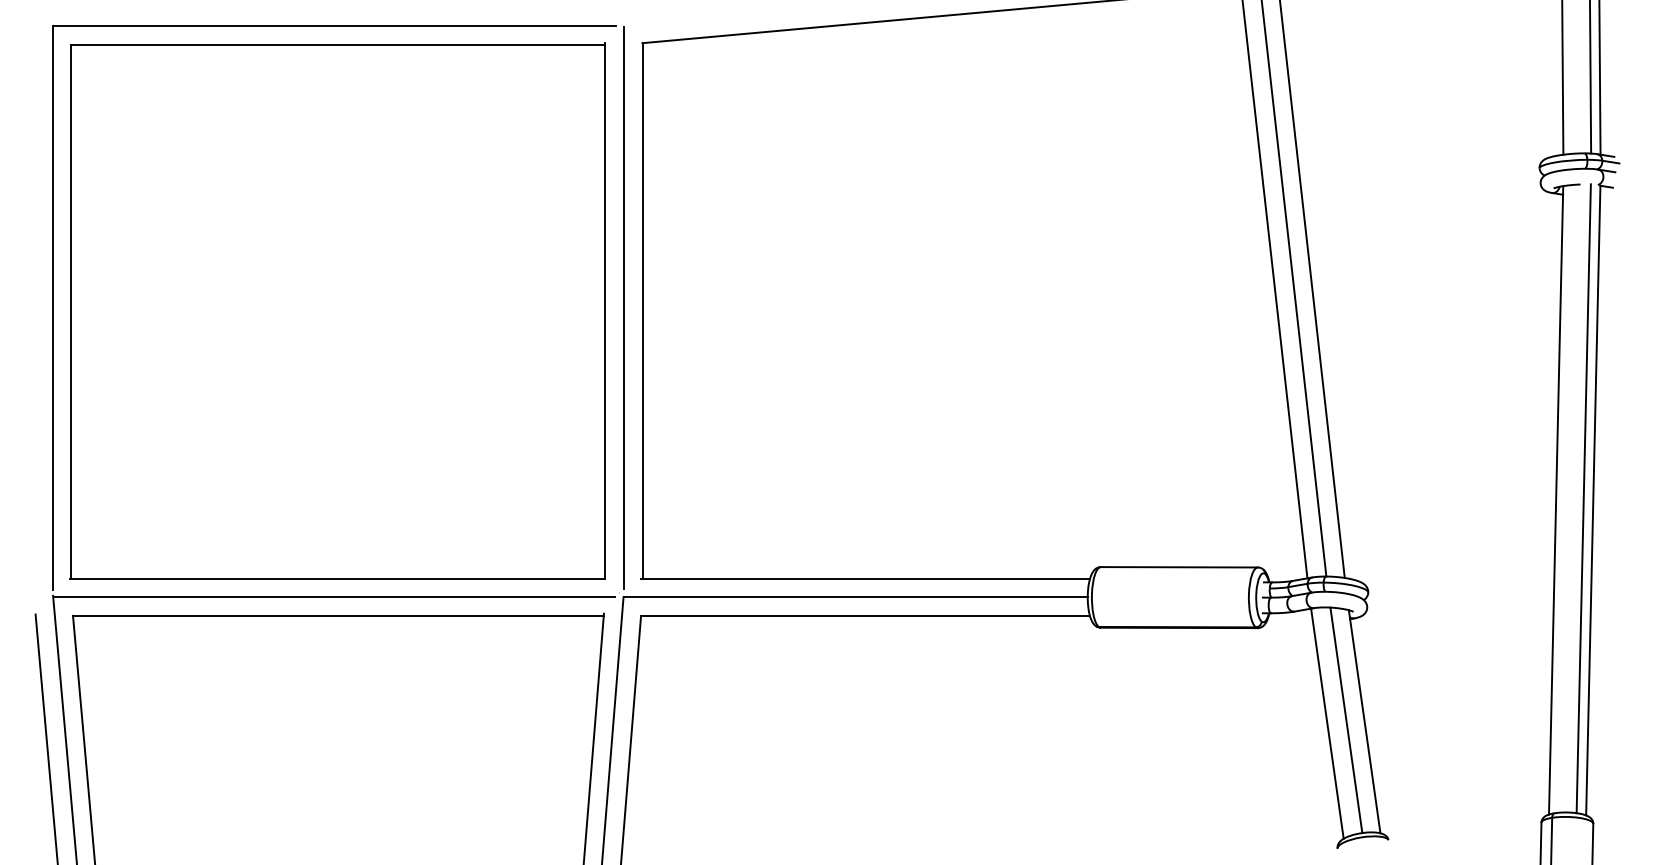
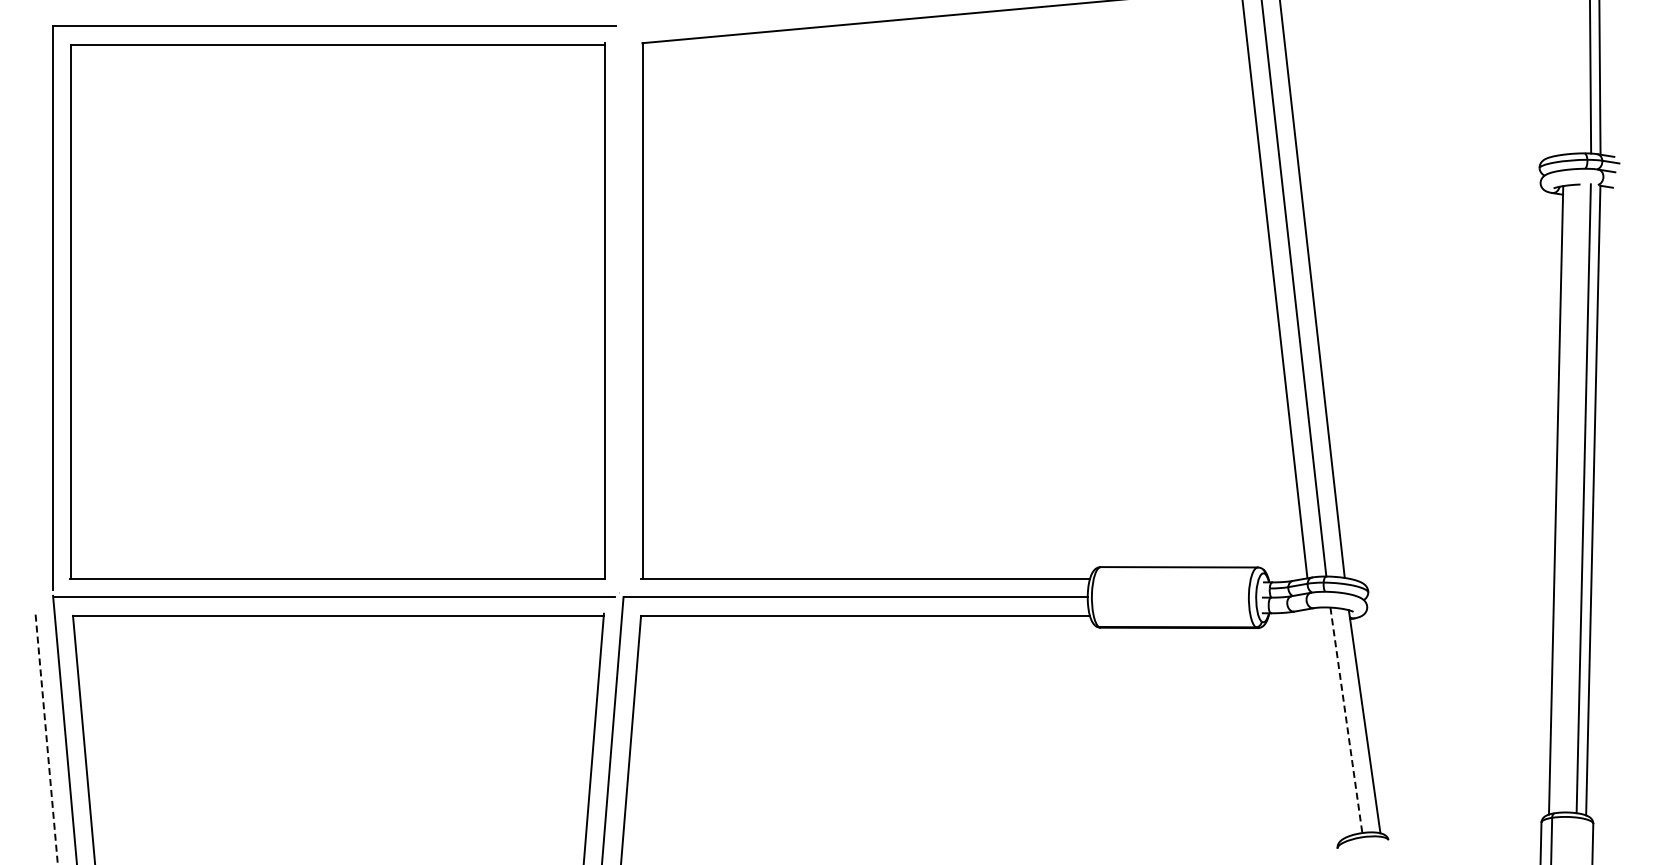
line at (1562, 78): present -> none
line at (623, 308): present -> none
line at (1346, 720): solid -> dashed
line at (1327, 723): present -> none
line at (46, 738): solid -> dashed
